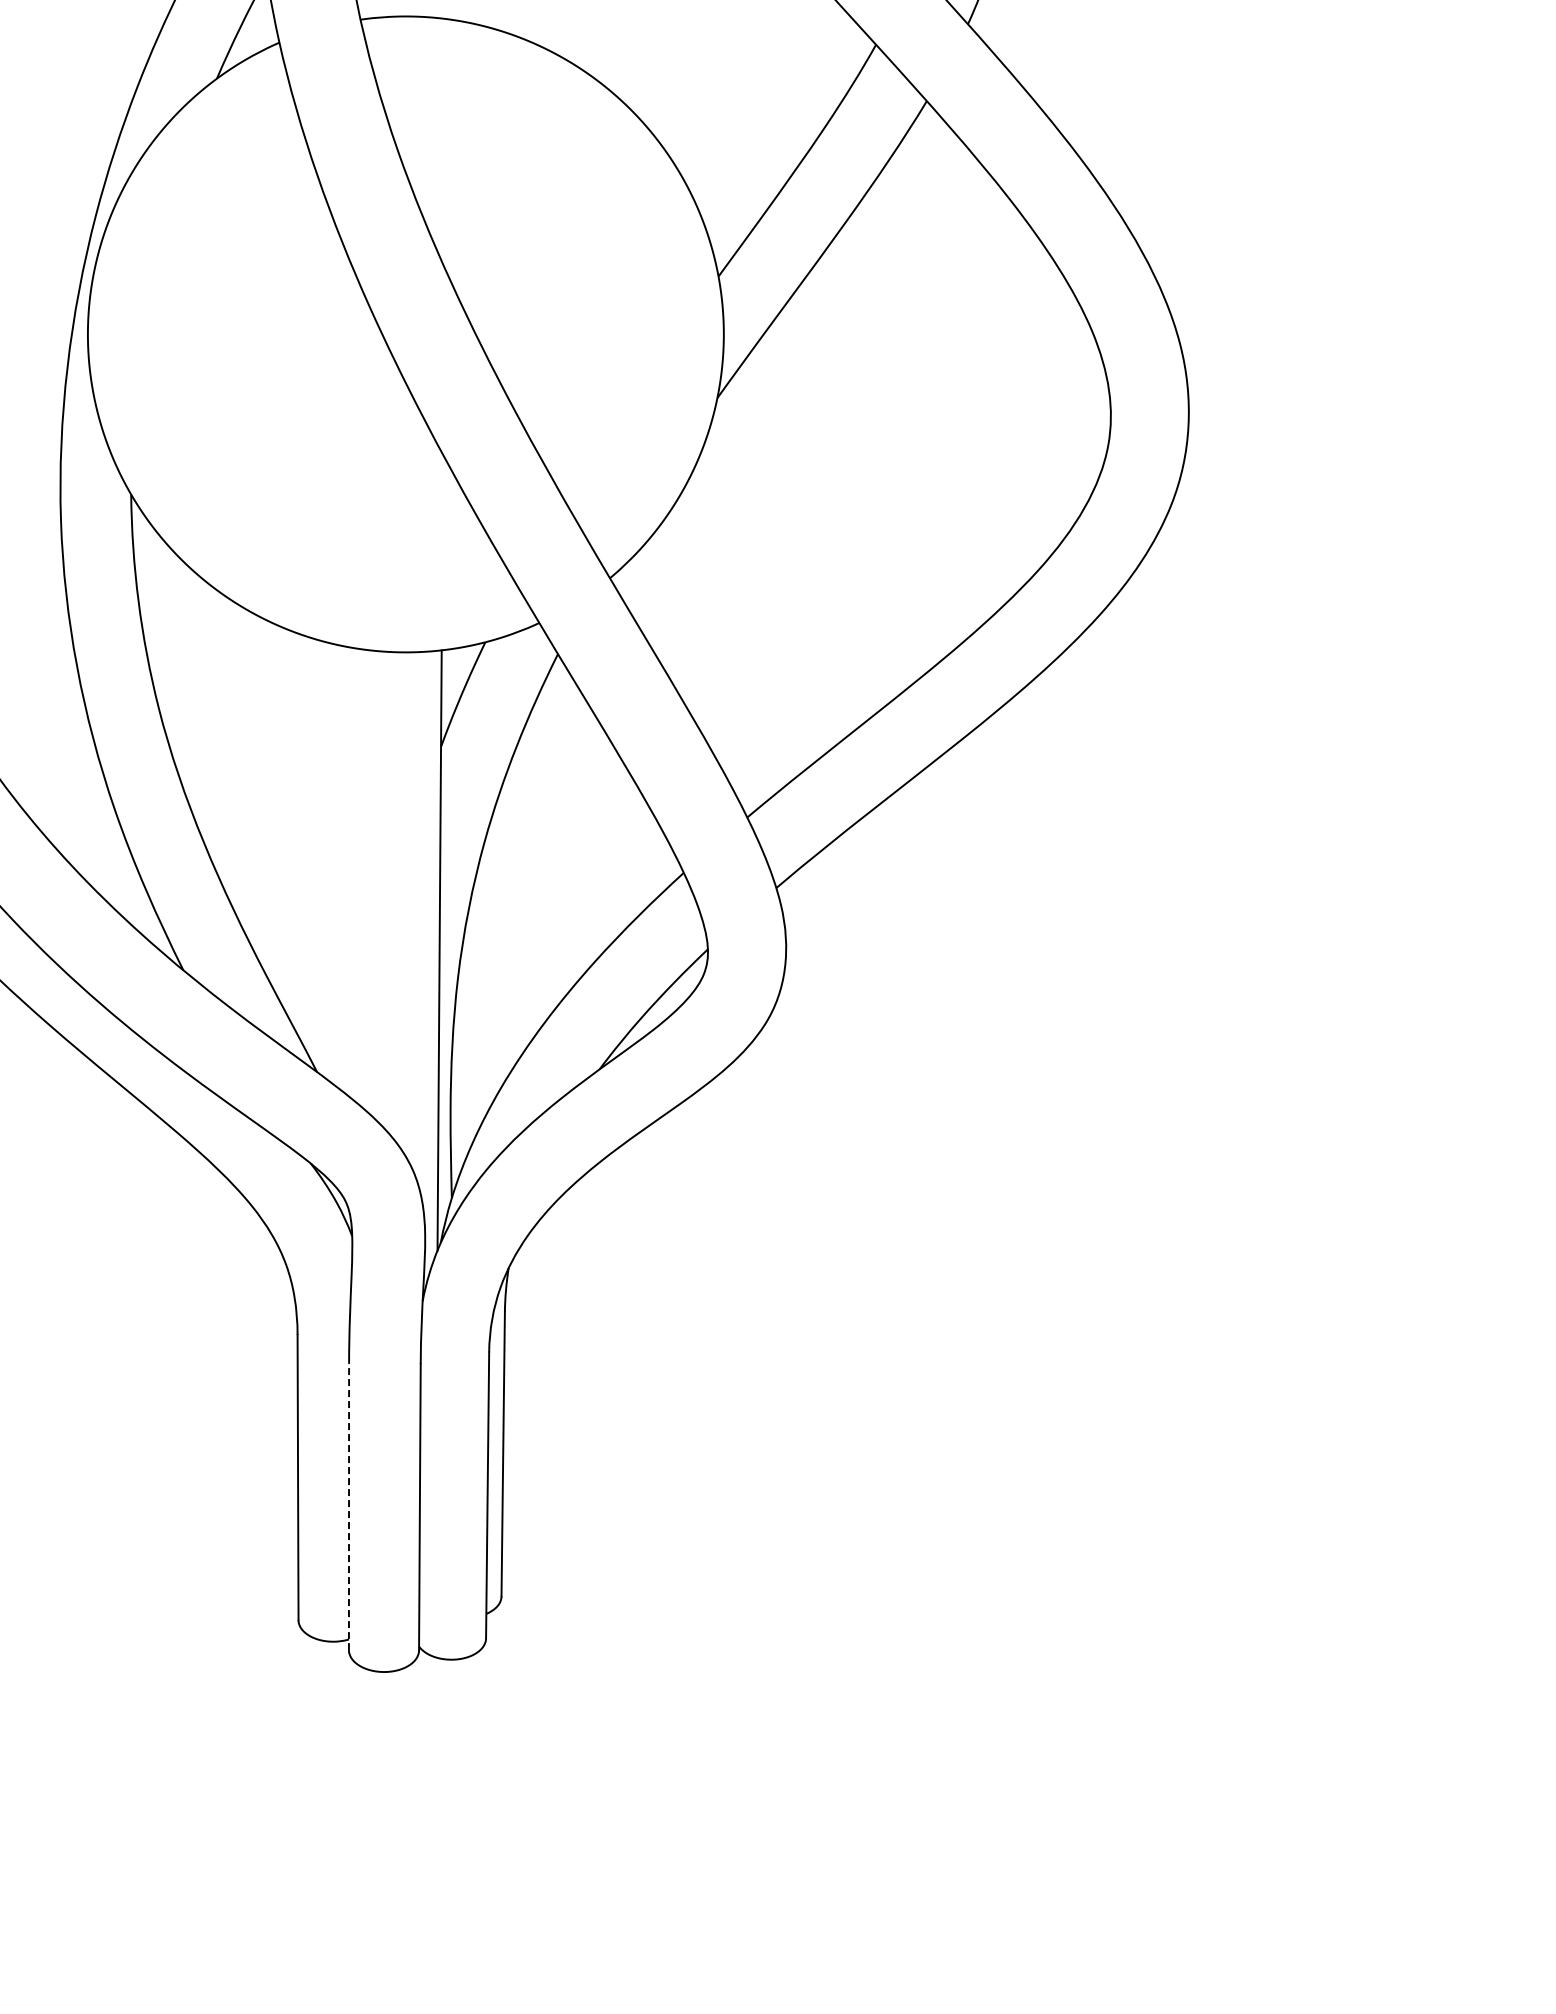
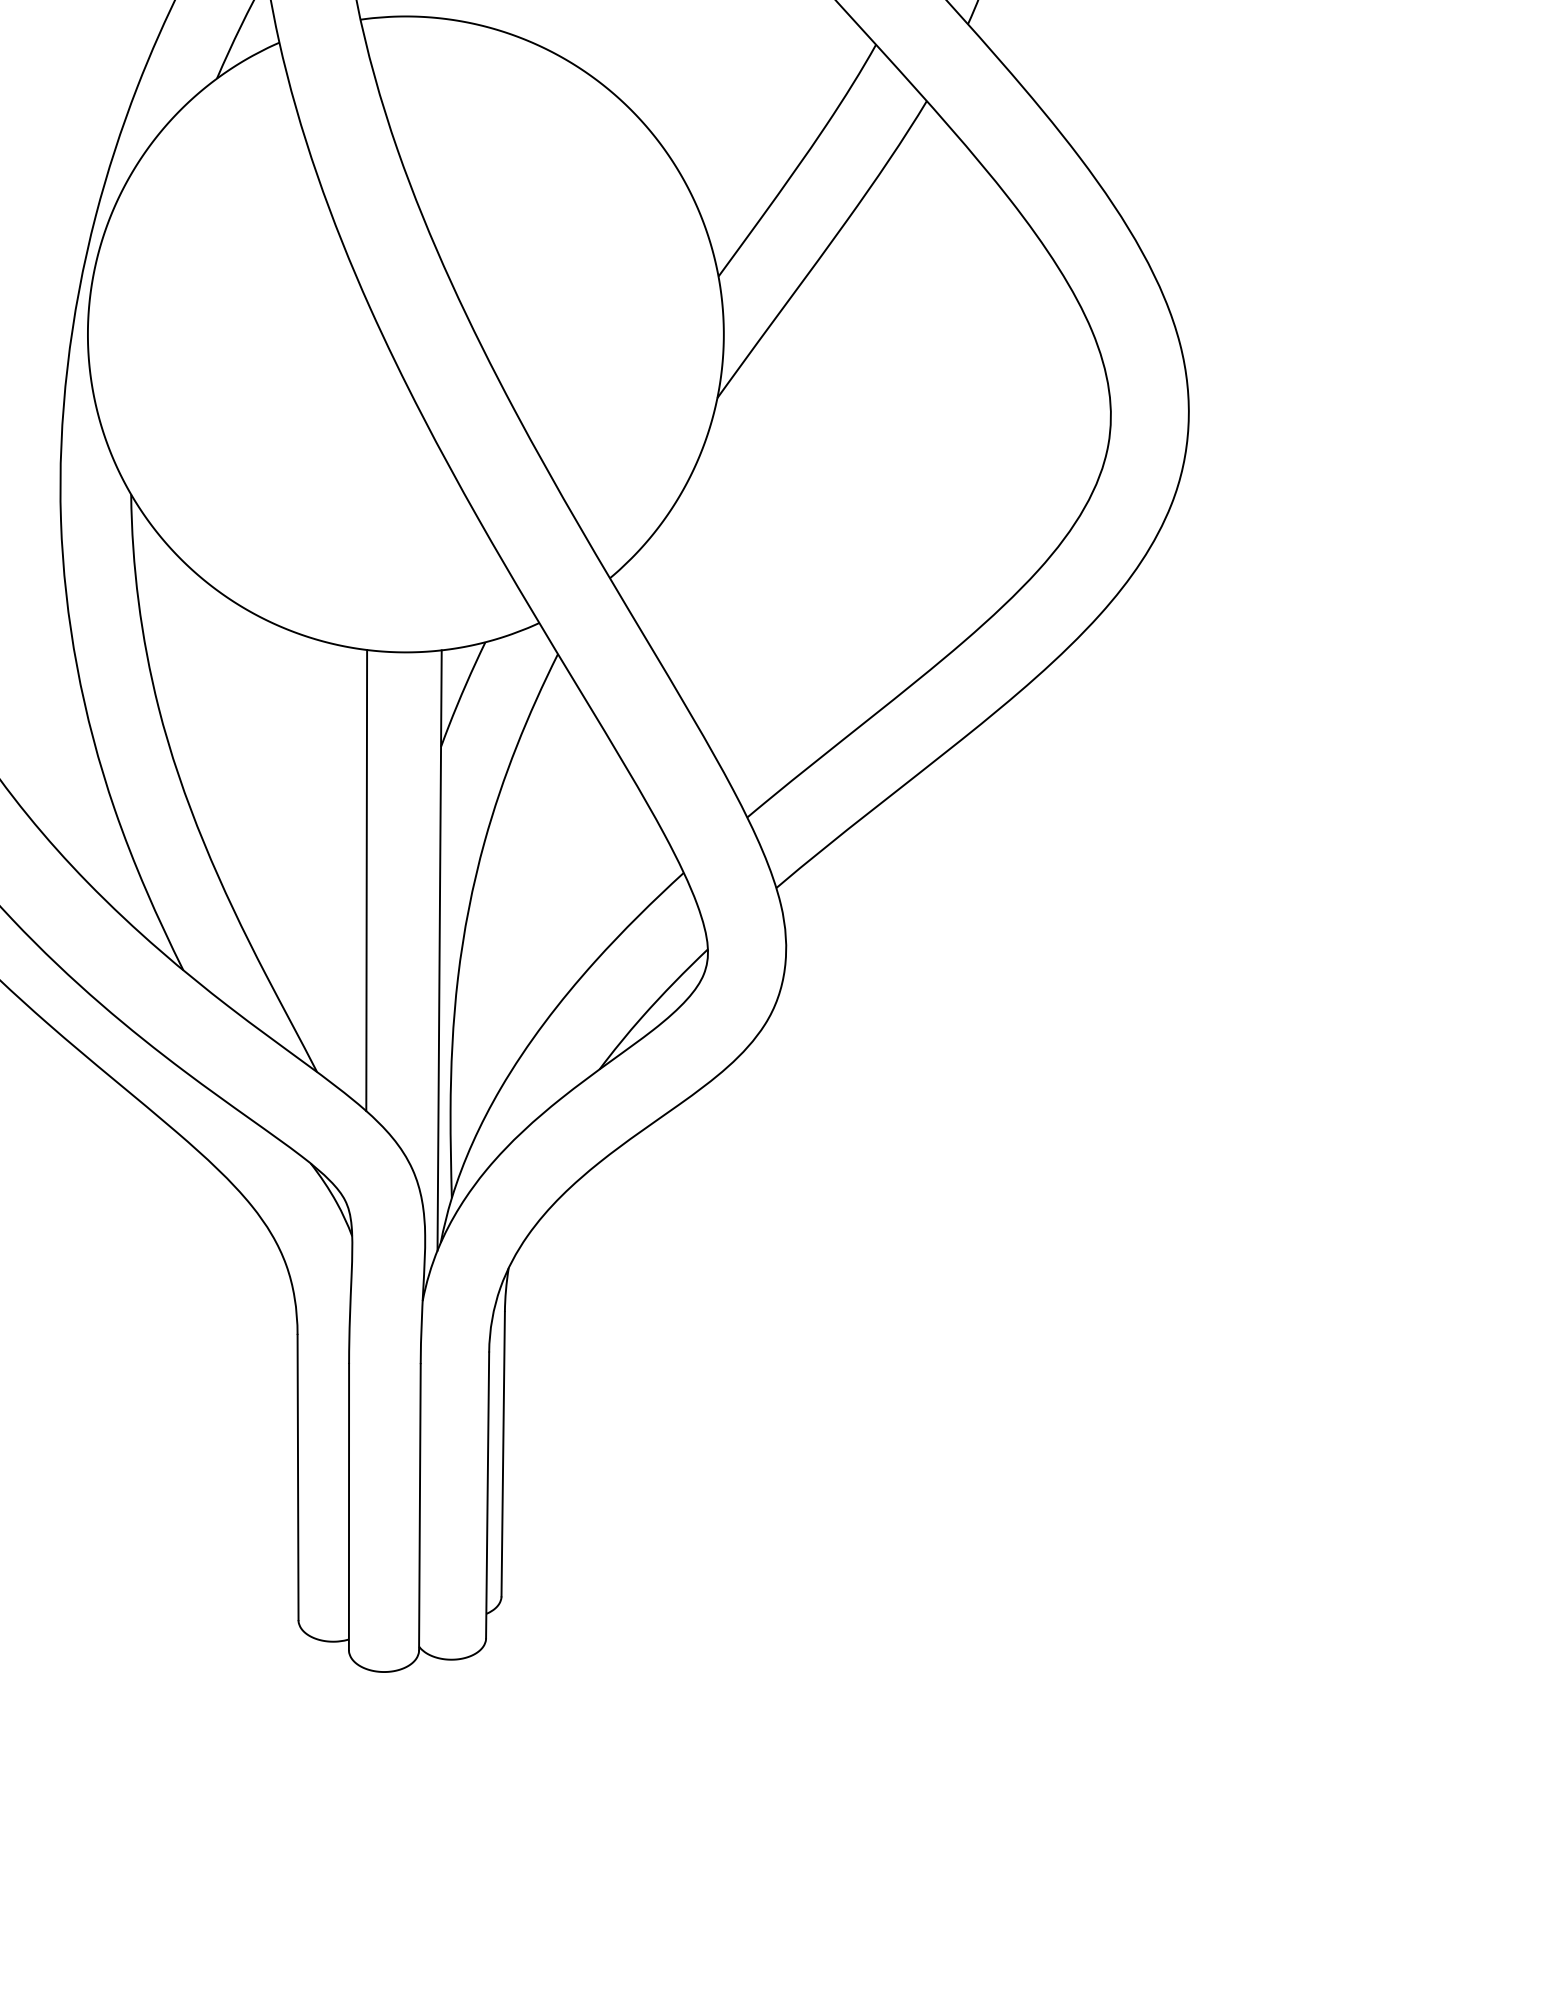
line at (366, 880): none -> present
line at (349, 1506): dashed -> solid
